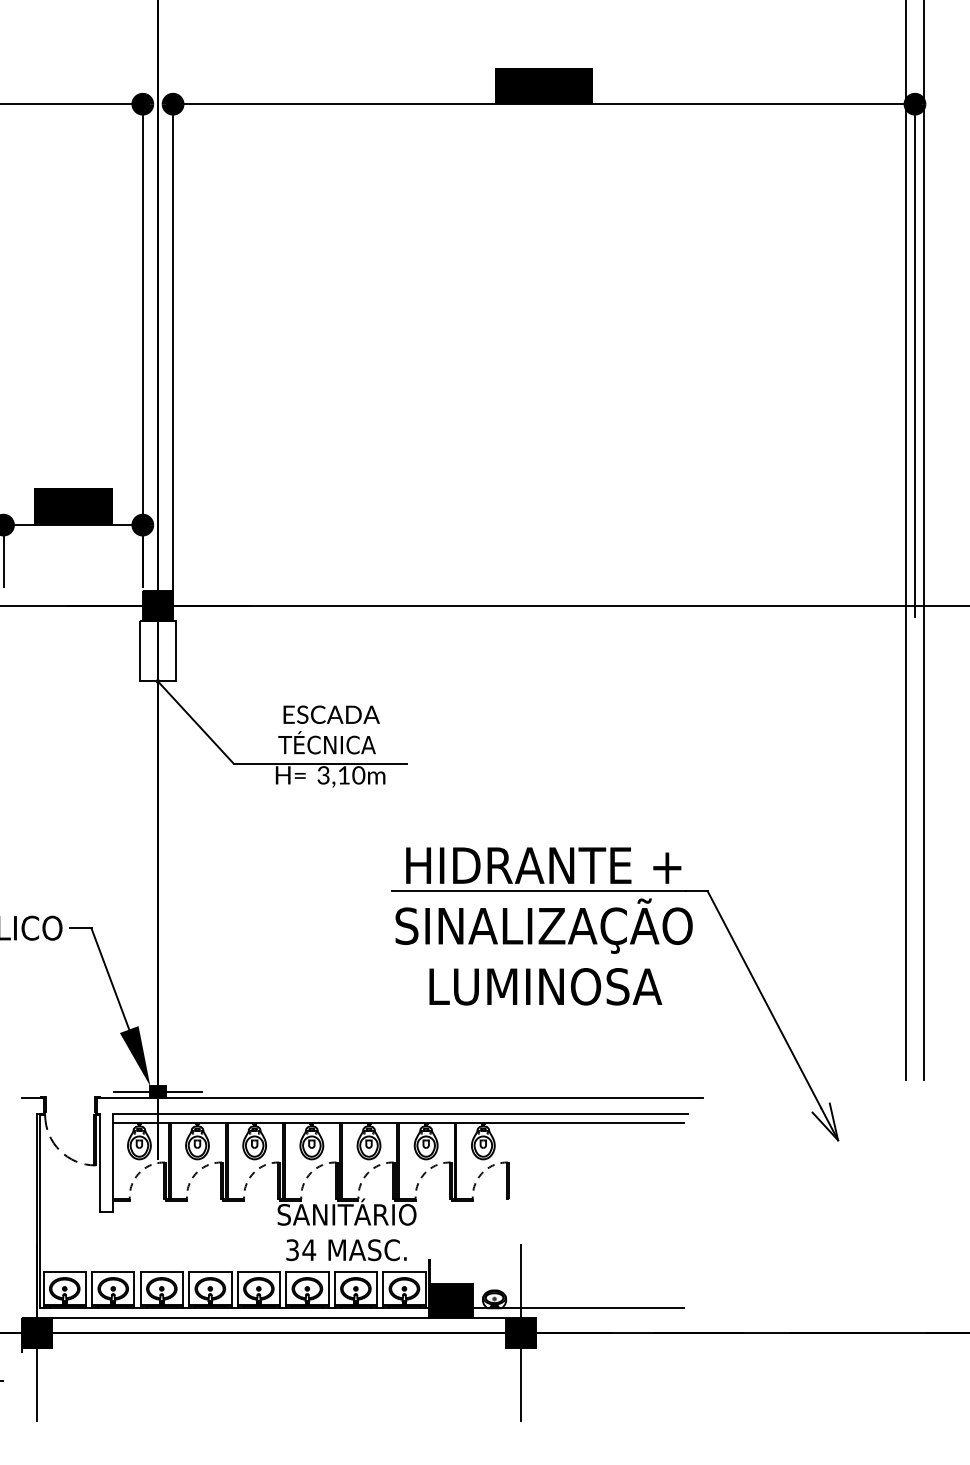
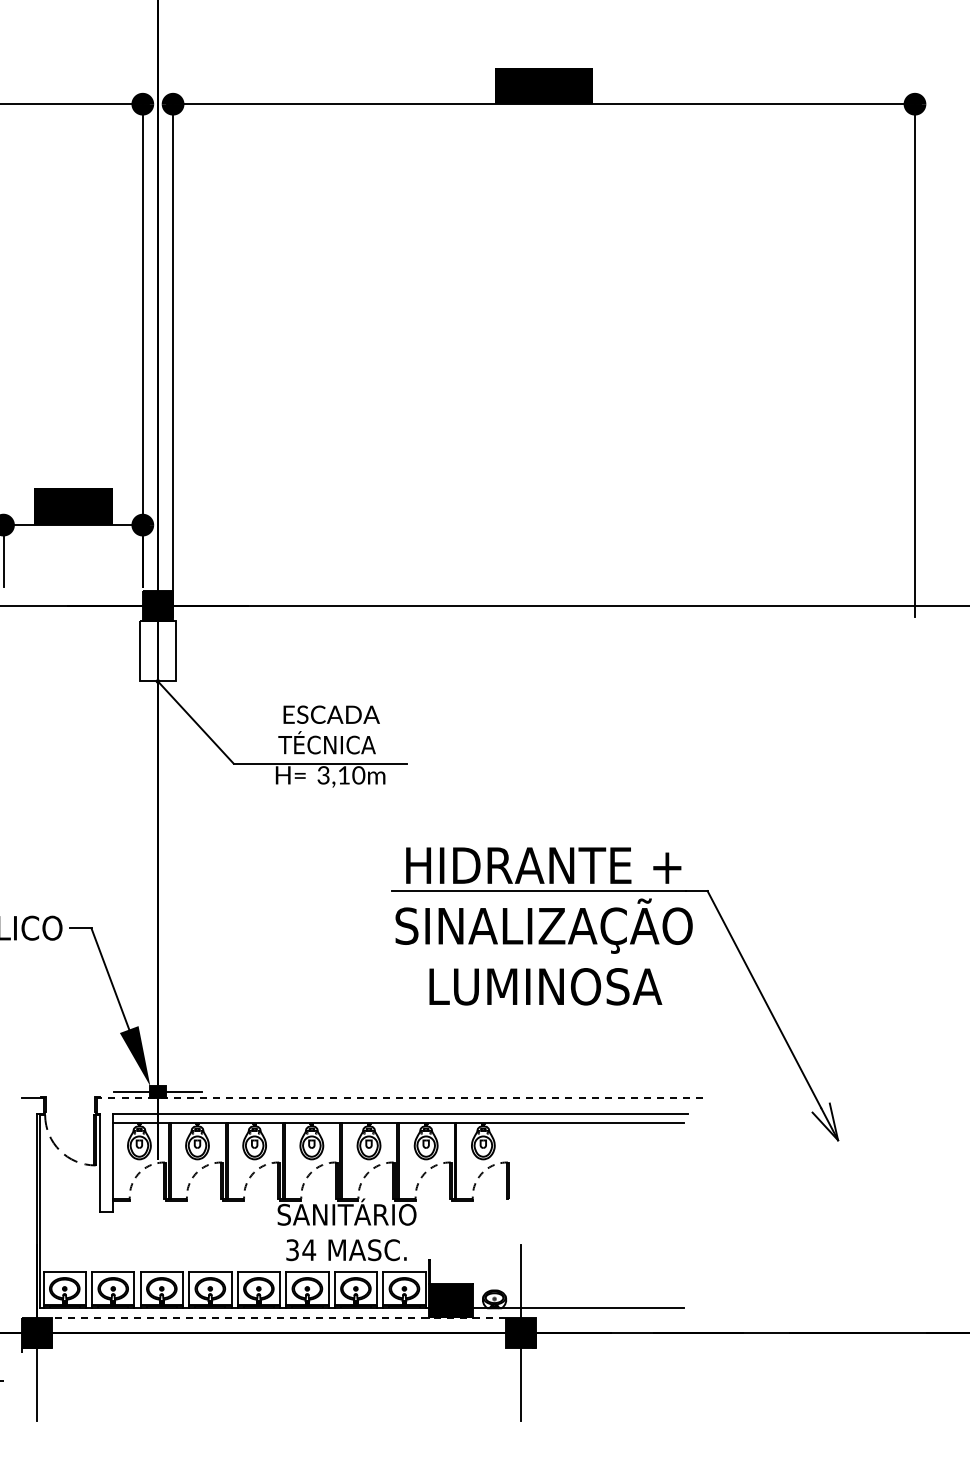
line at (905, 540): present -> none
line at (924, 540): present -> none
line at (400, 1098): solid -> dashed
line at (278, 1317): solid -> dashed
